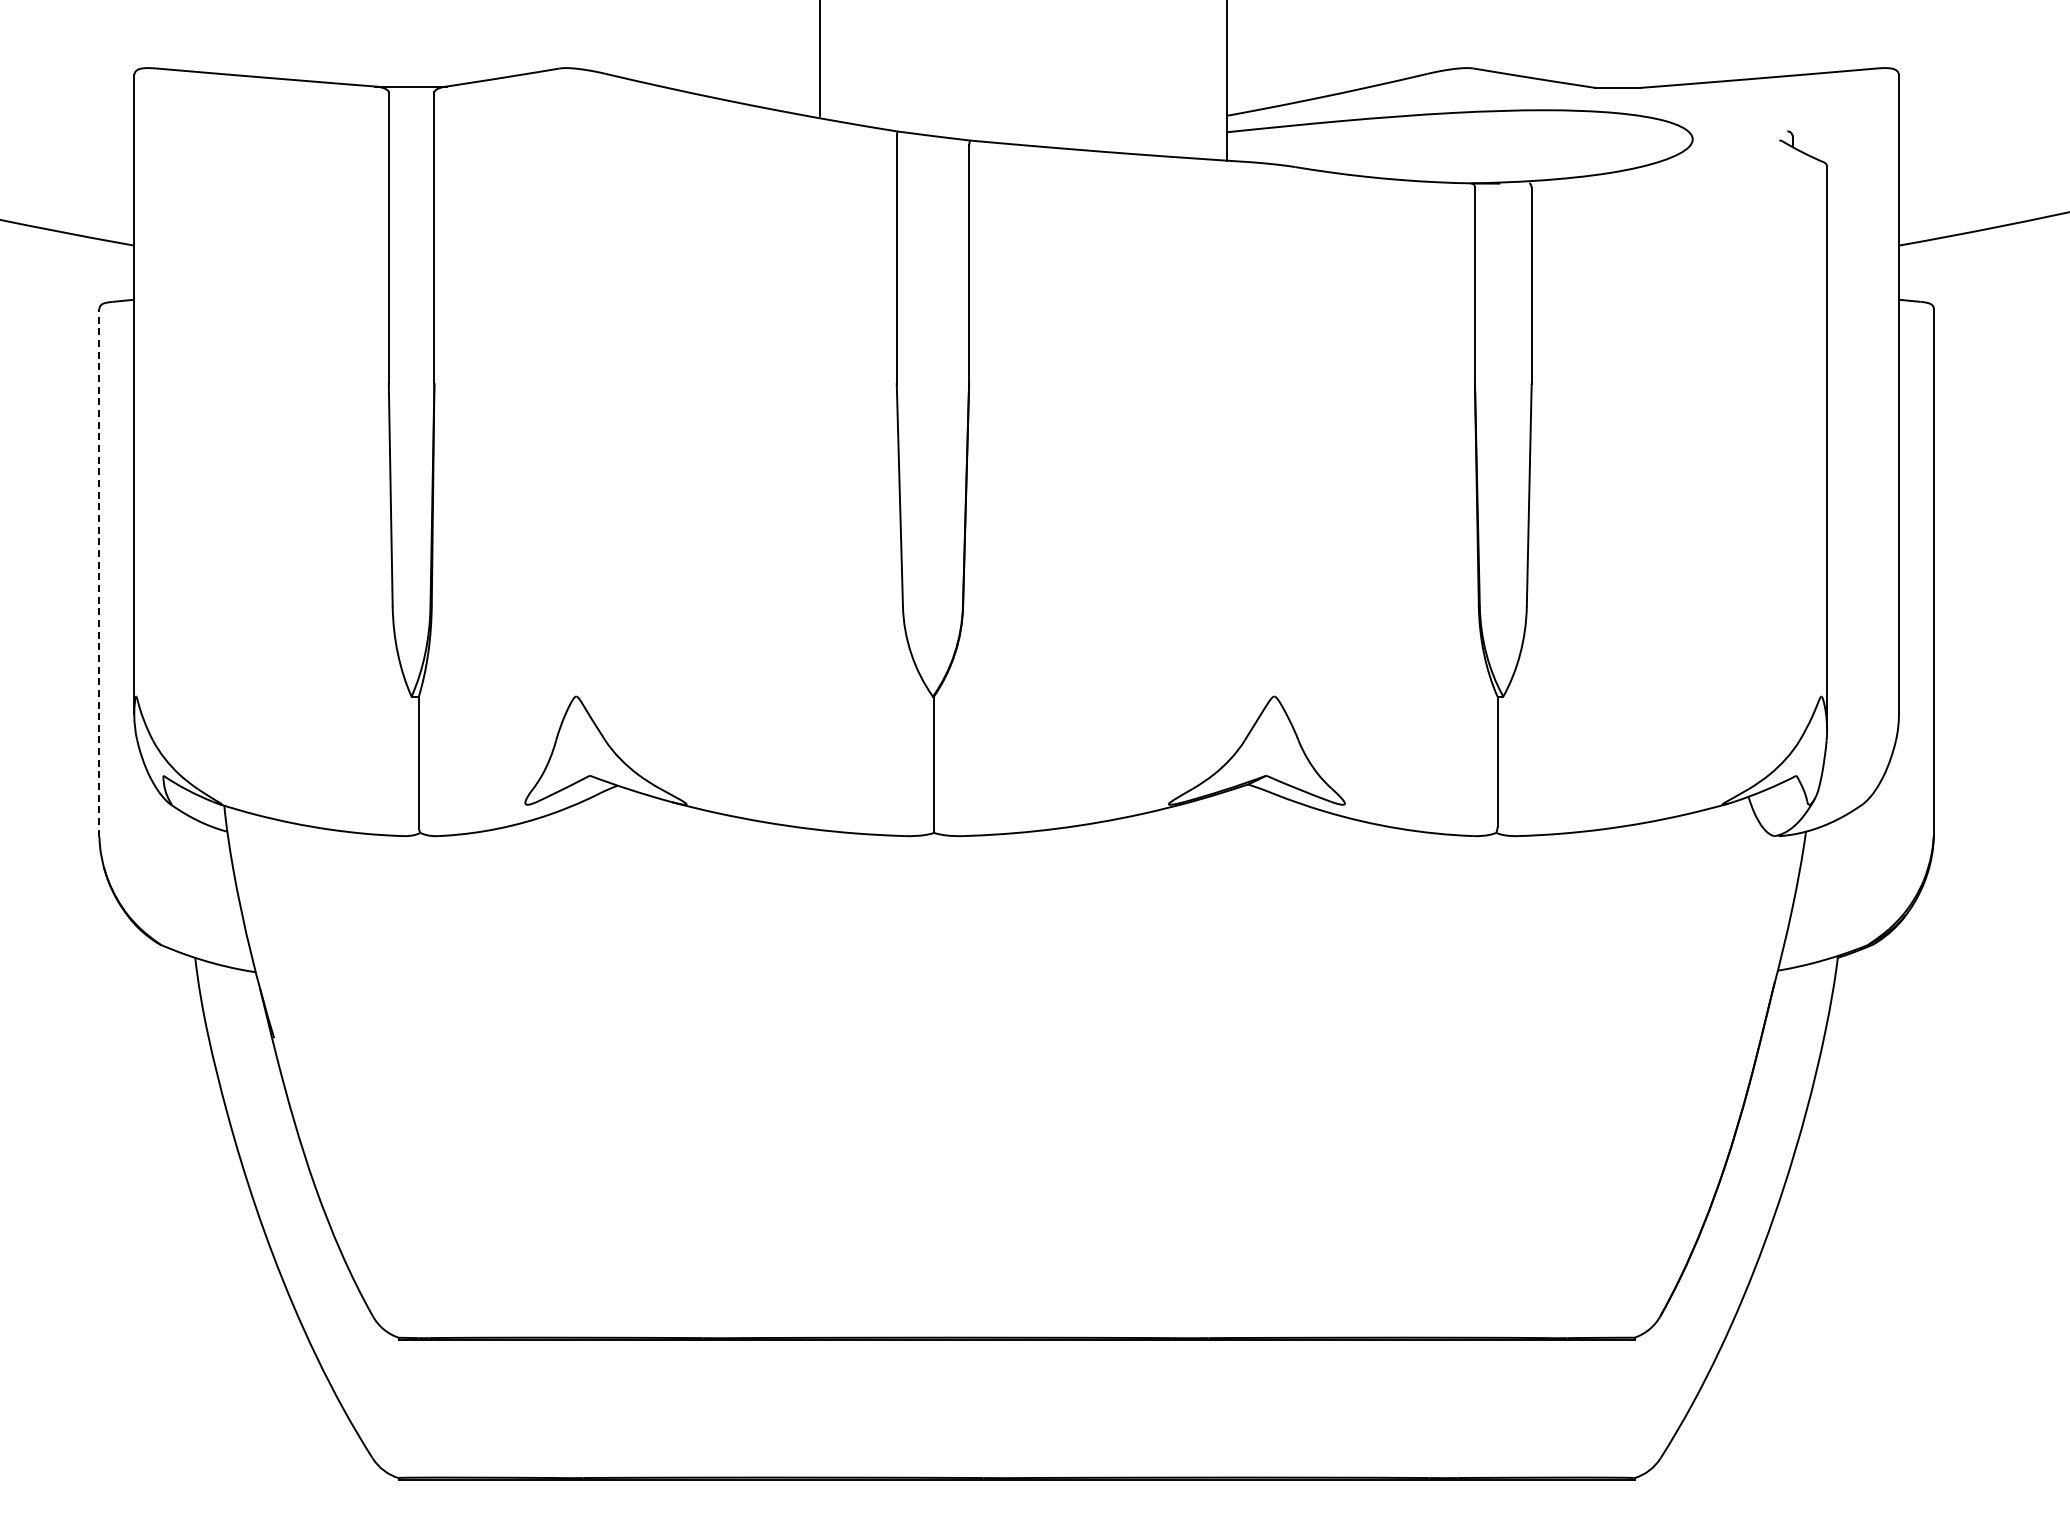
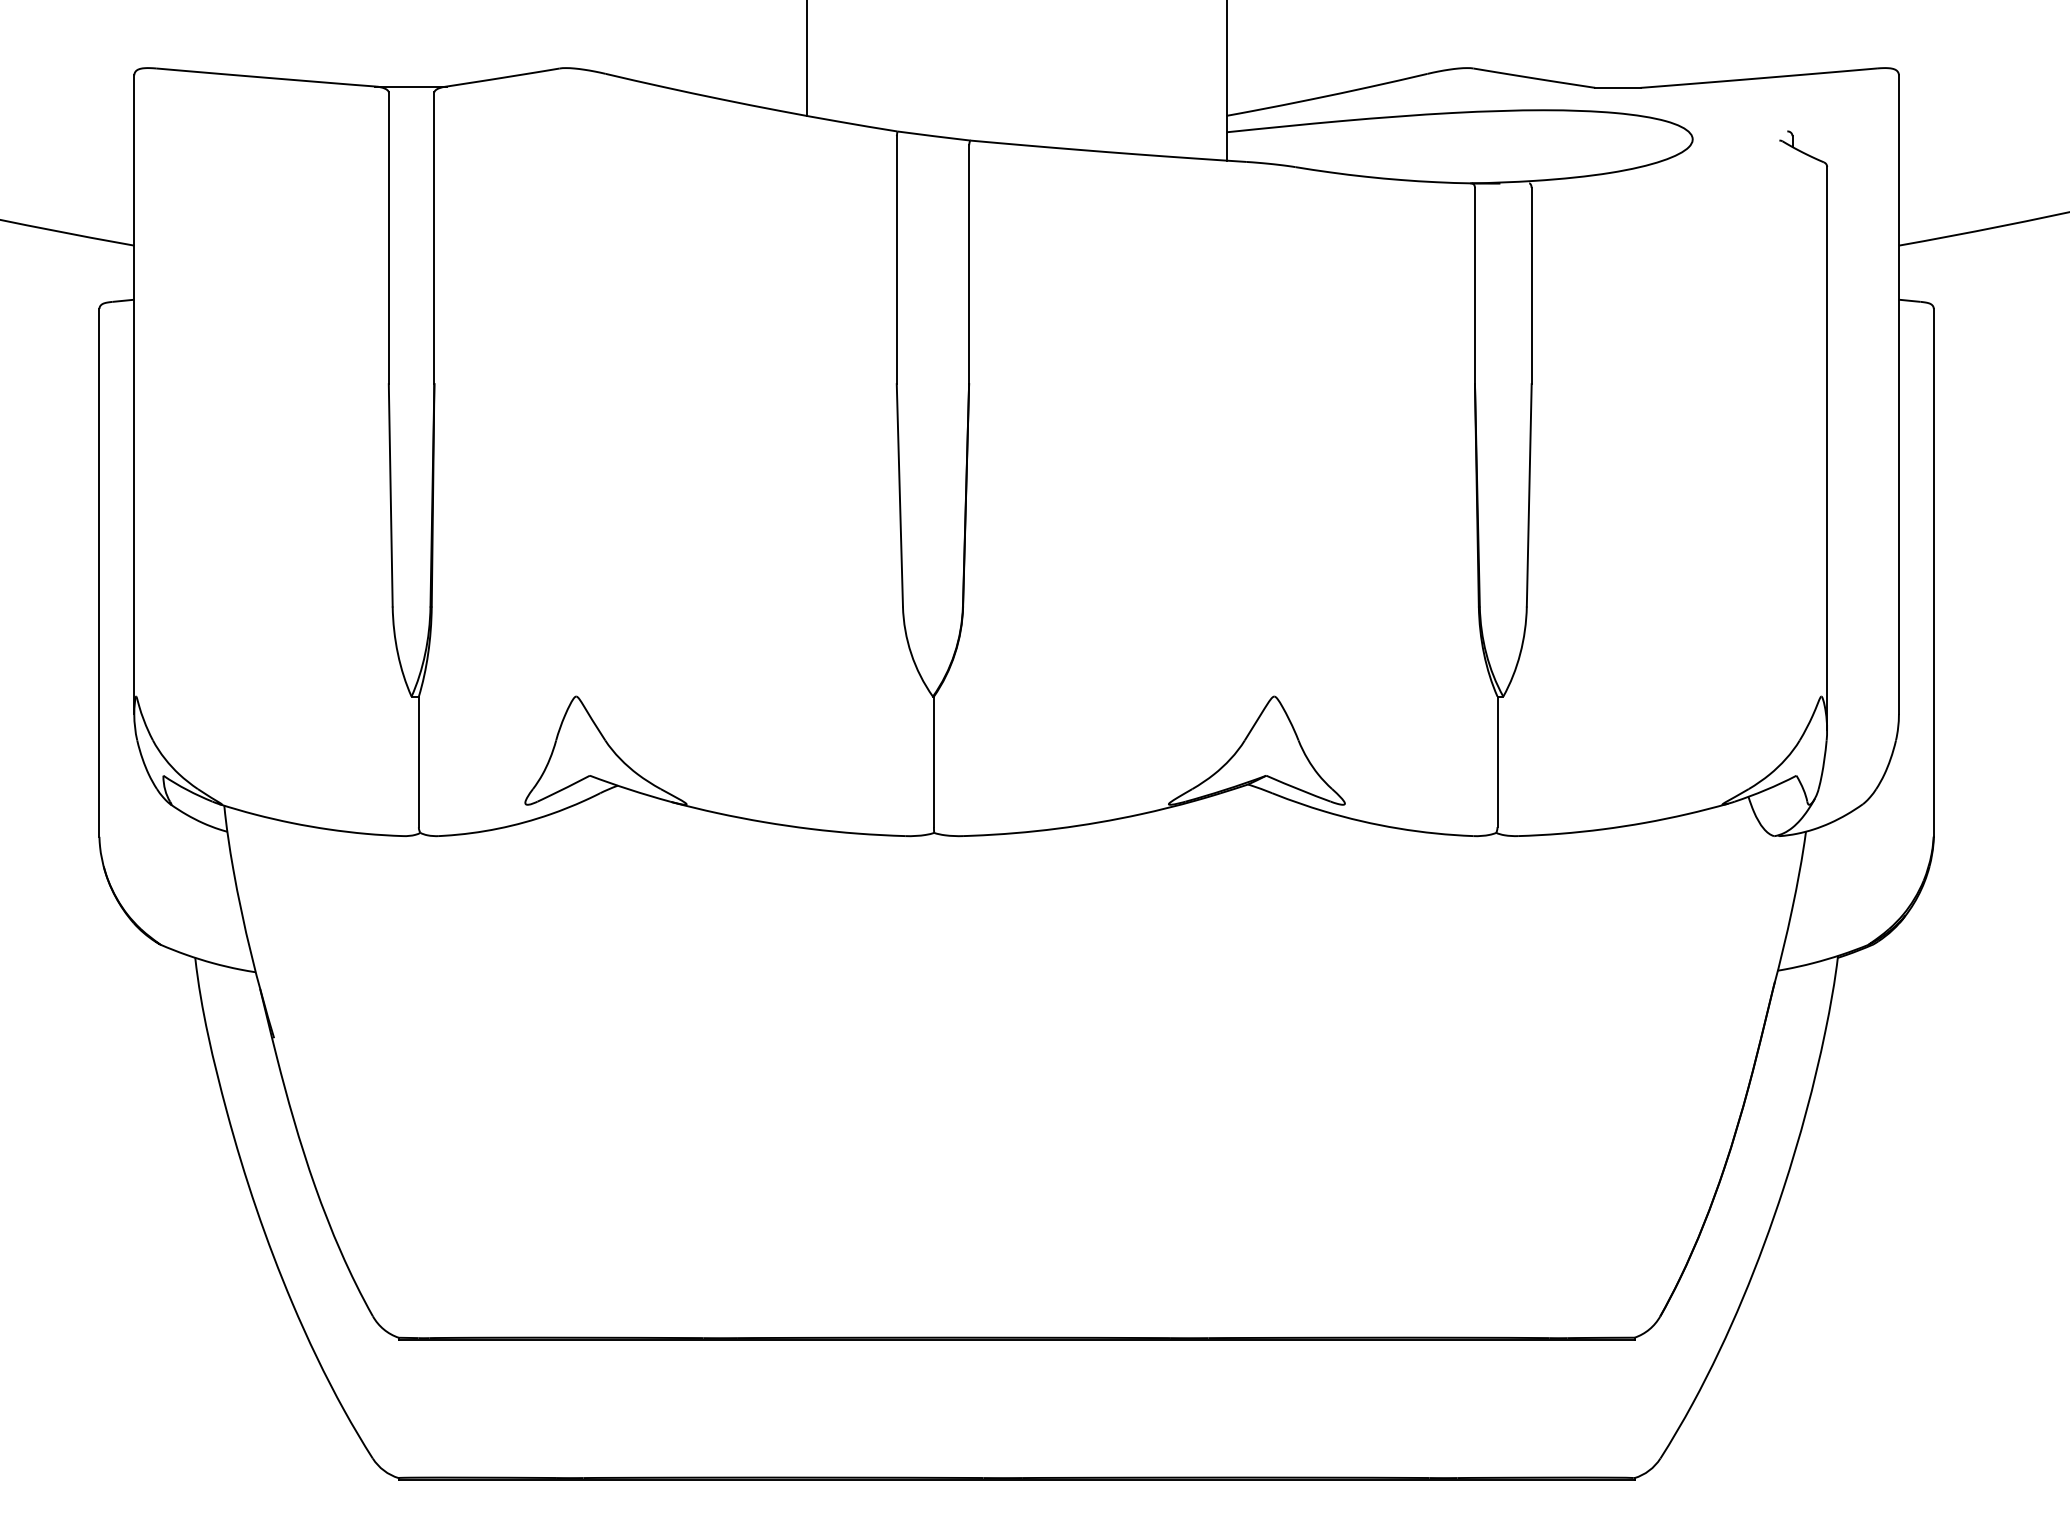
line at (819, 58) position: (819, 58) -> (806, 58)
line at (99, 572): dashed -> solid
